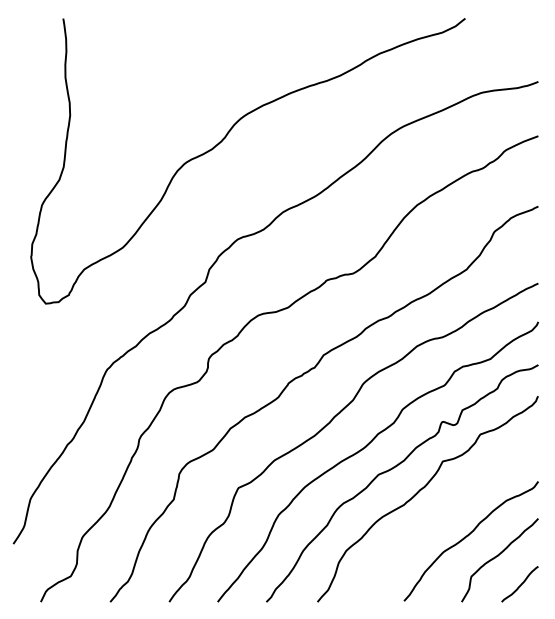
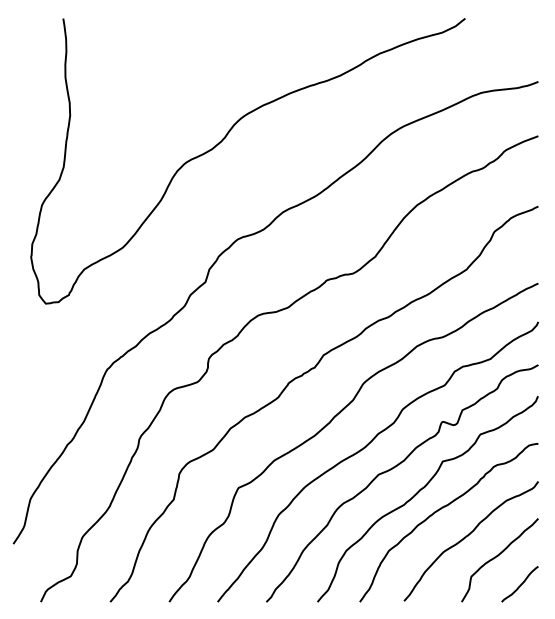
curve at (441, 509): none -> present
